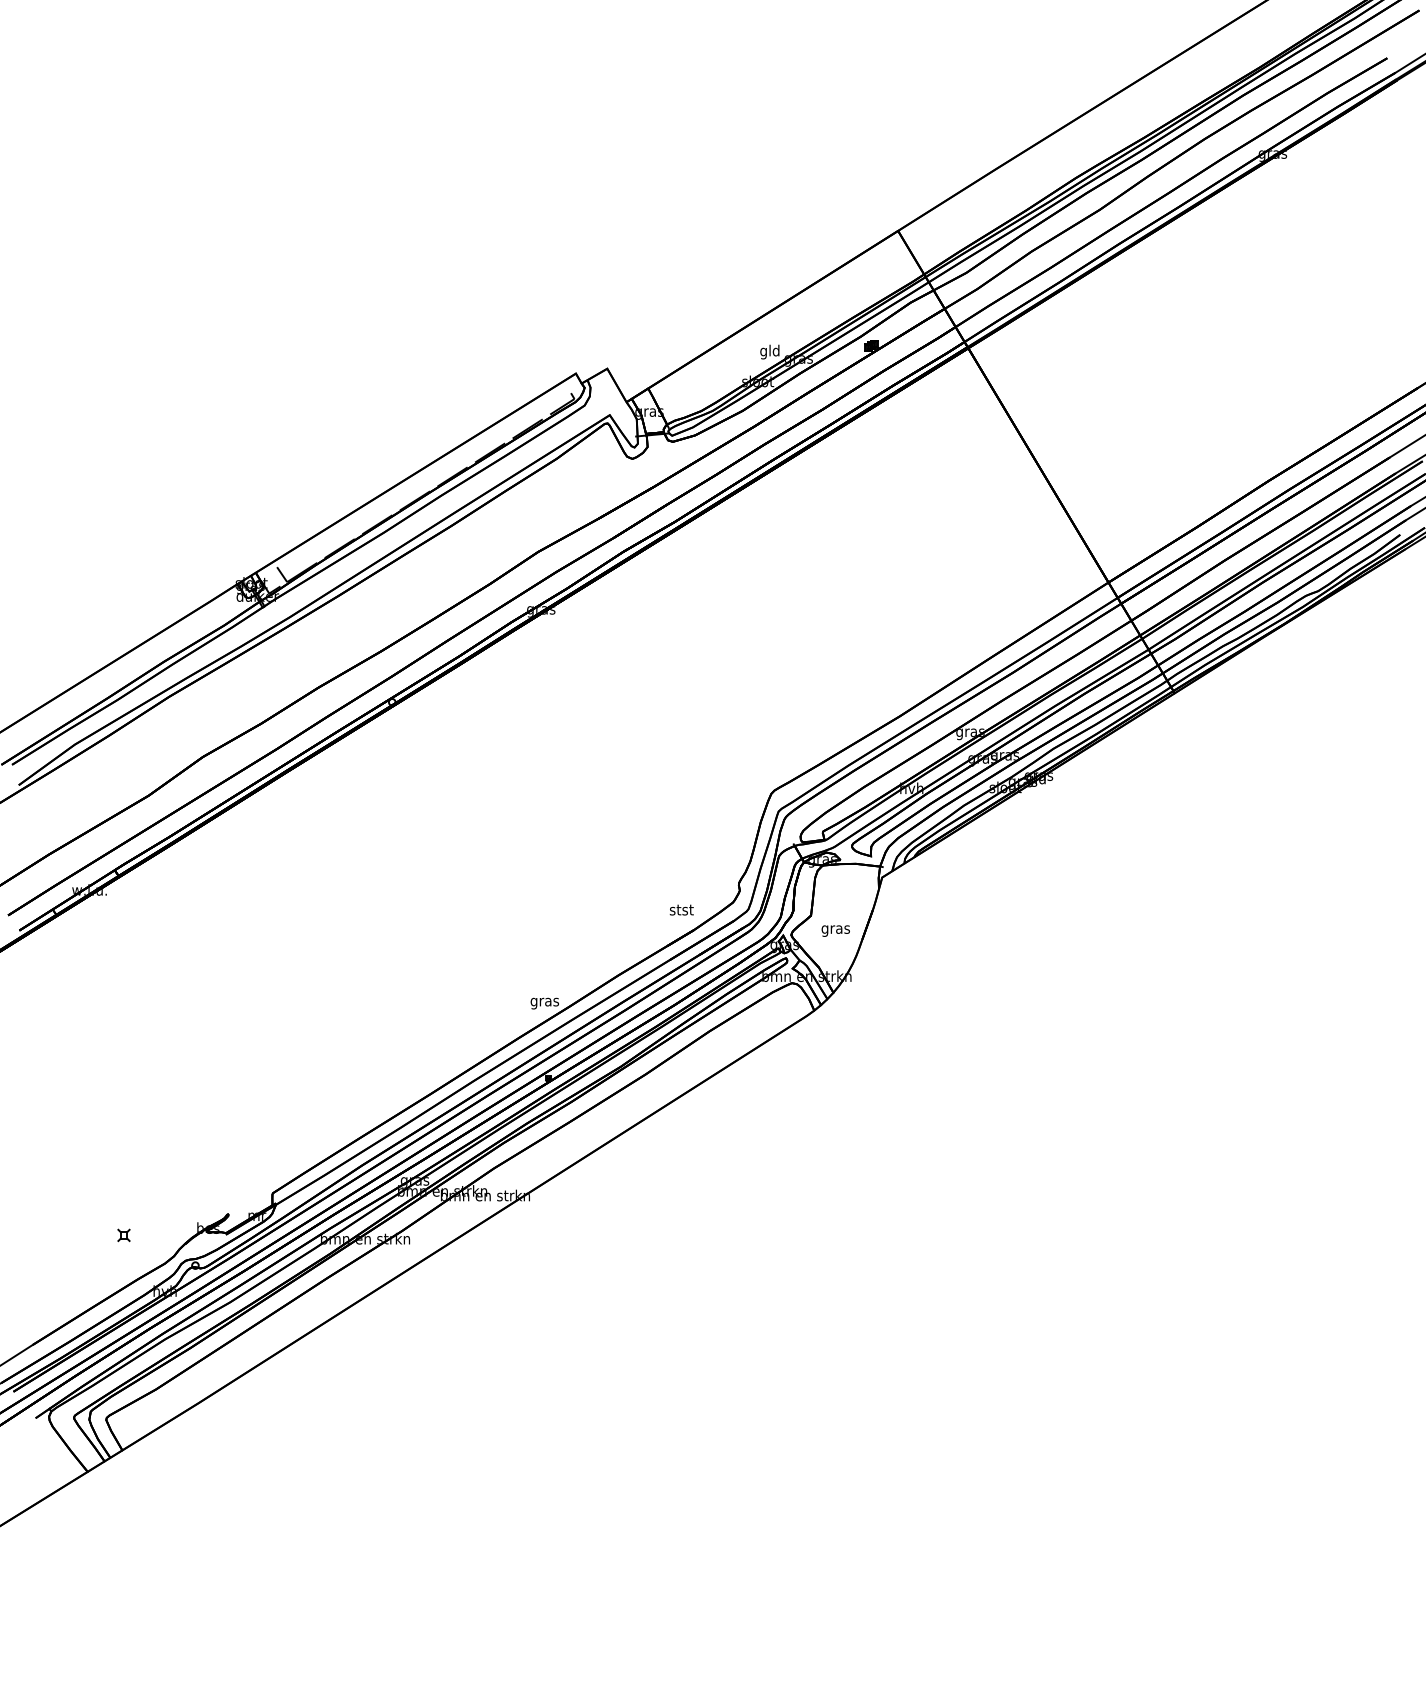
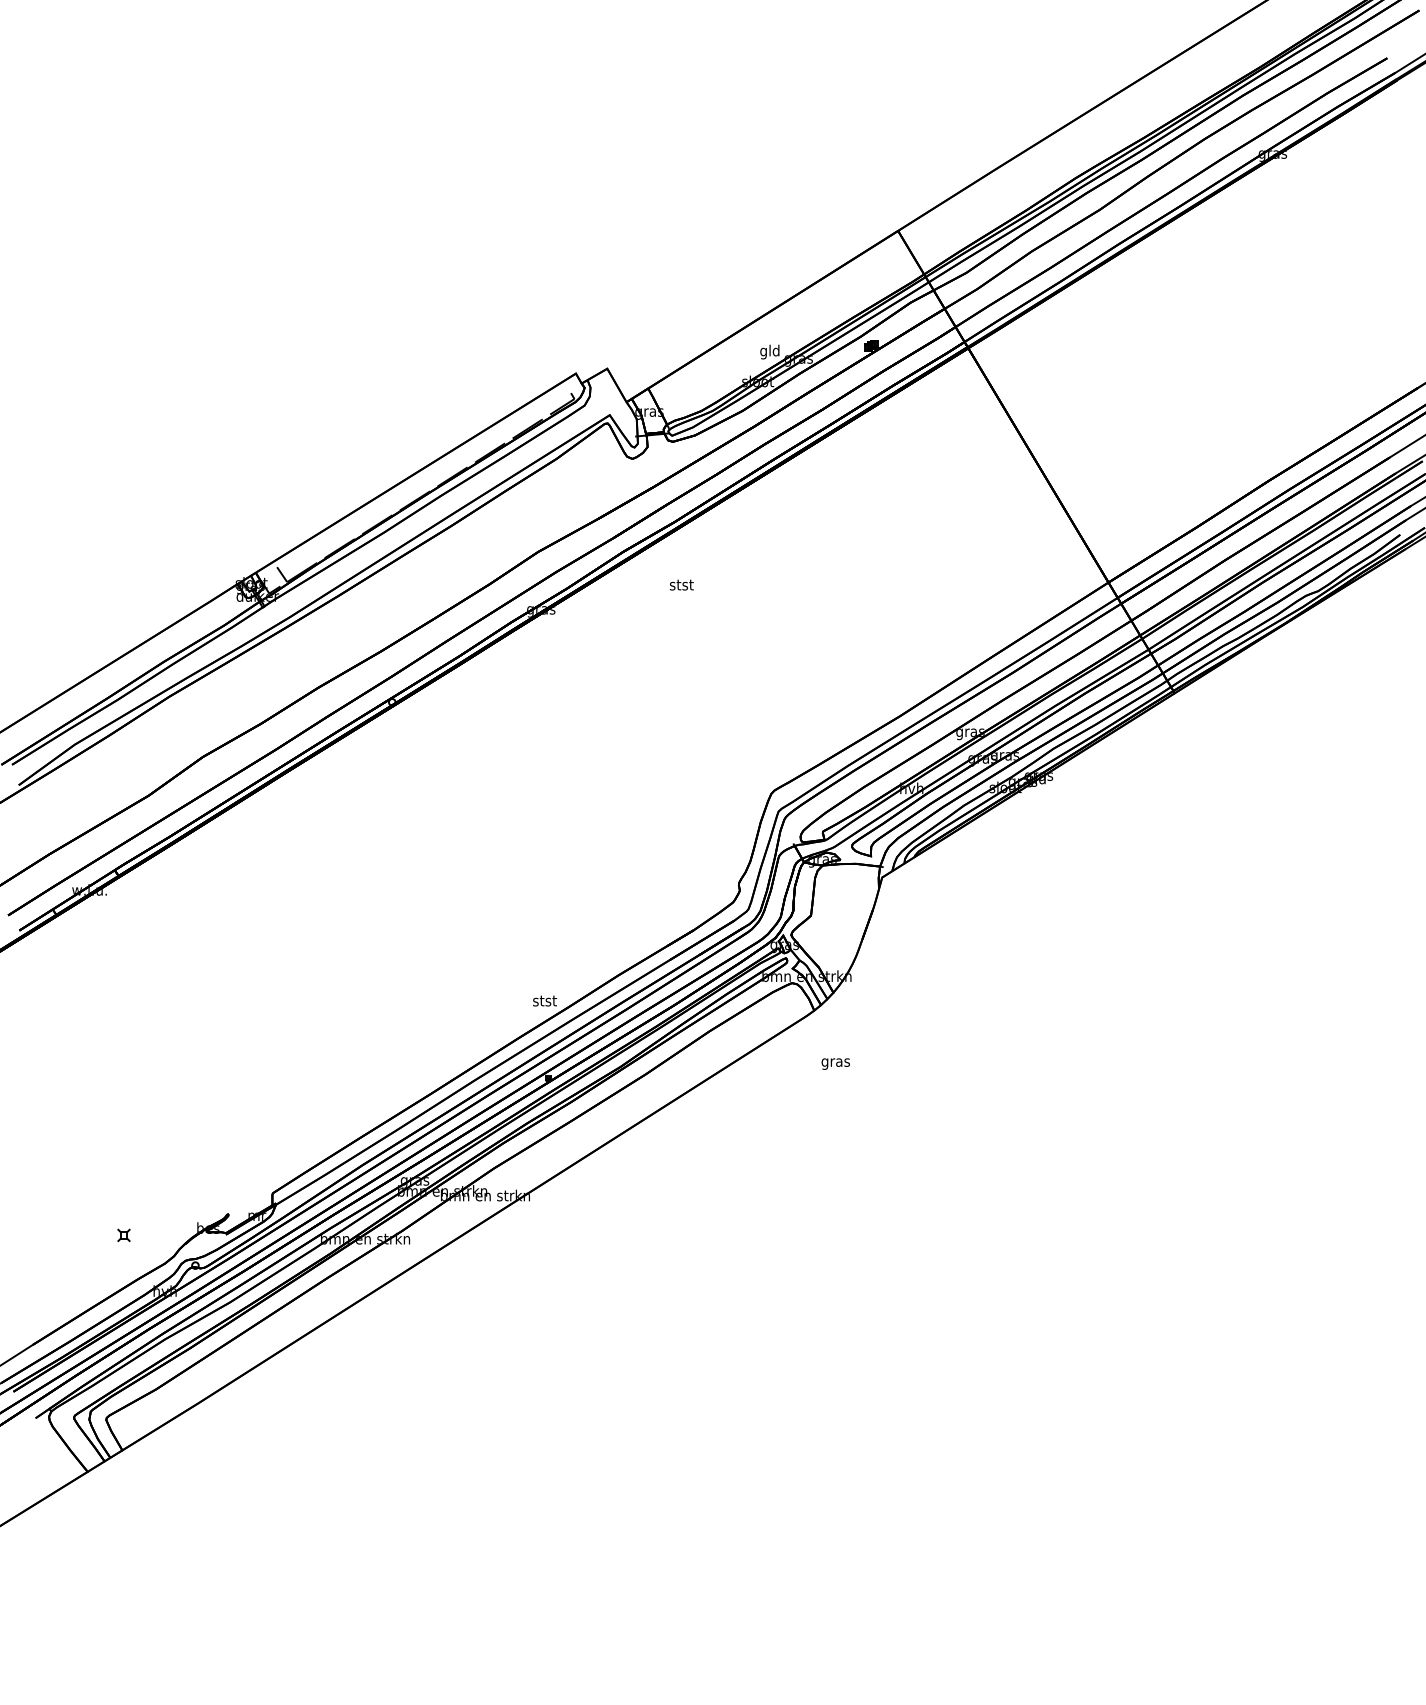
text at (681, 909) position: (681, 909) -> (681, 584)
text at (835, 930) position: (835, 930) -> (835, 1063)
text at (544, 1002): gras -> stst
